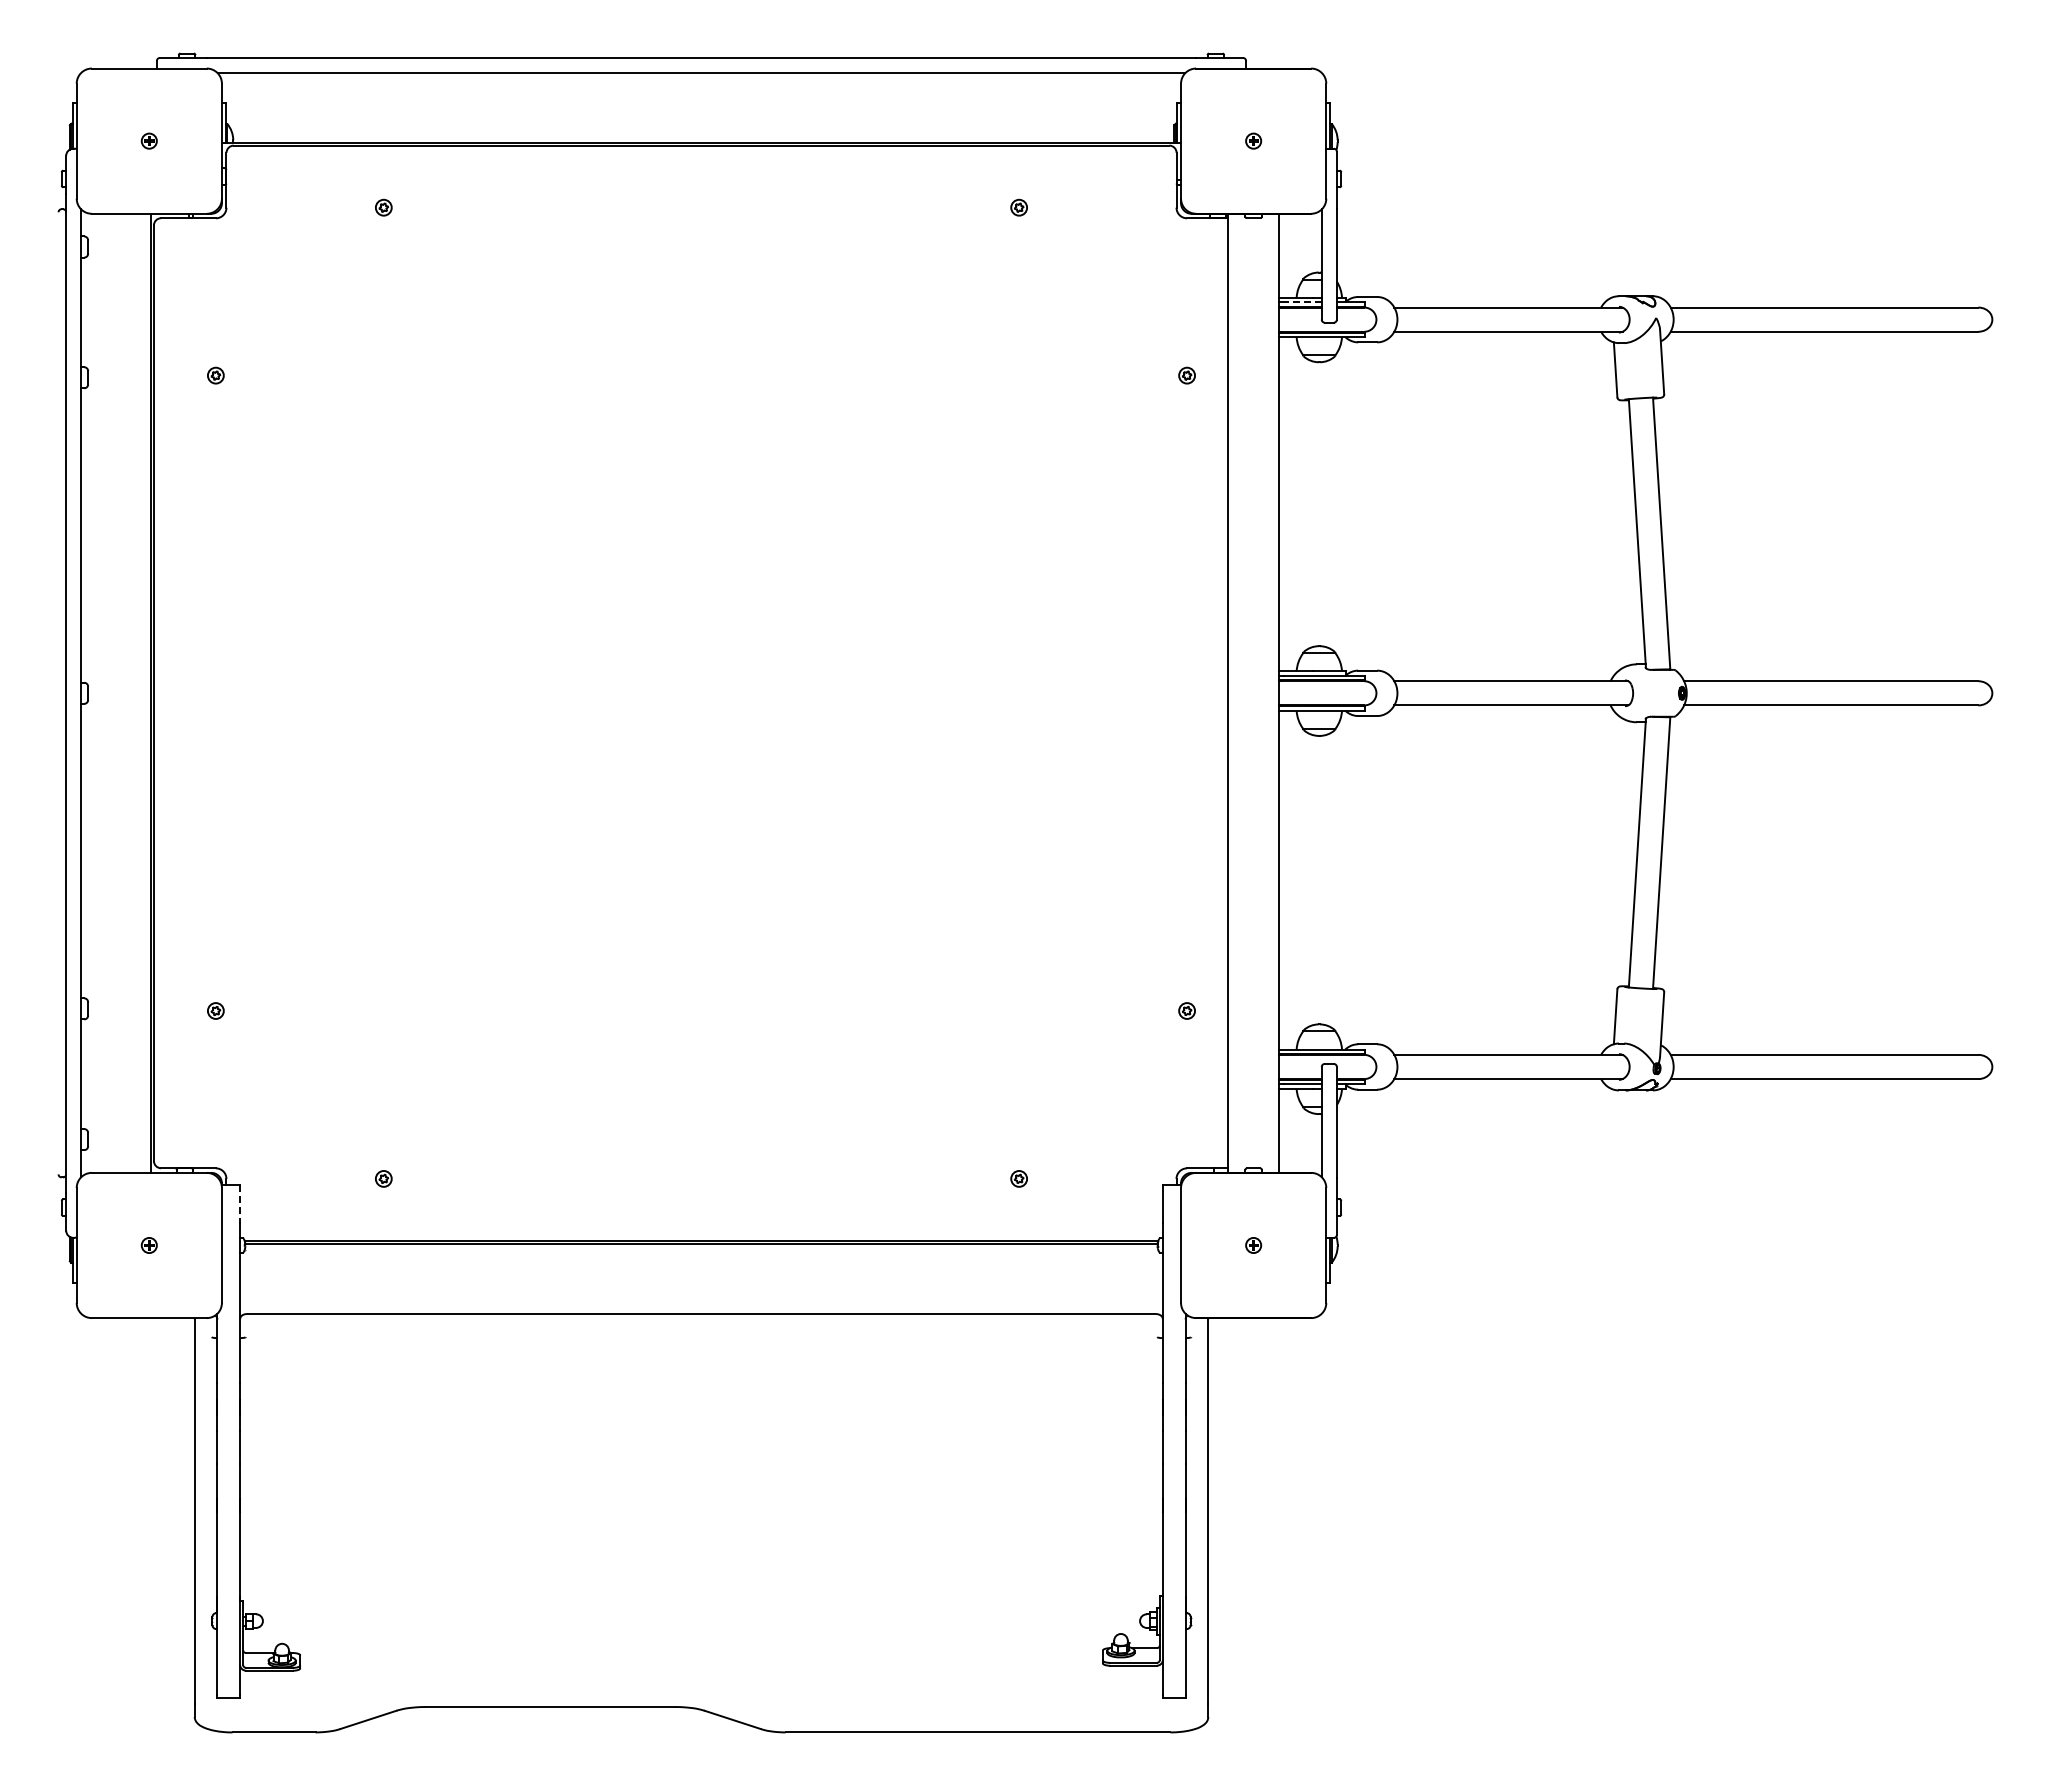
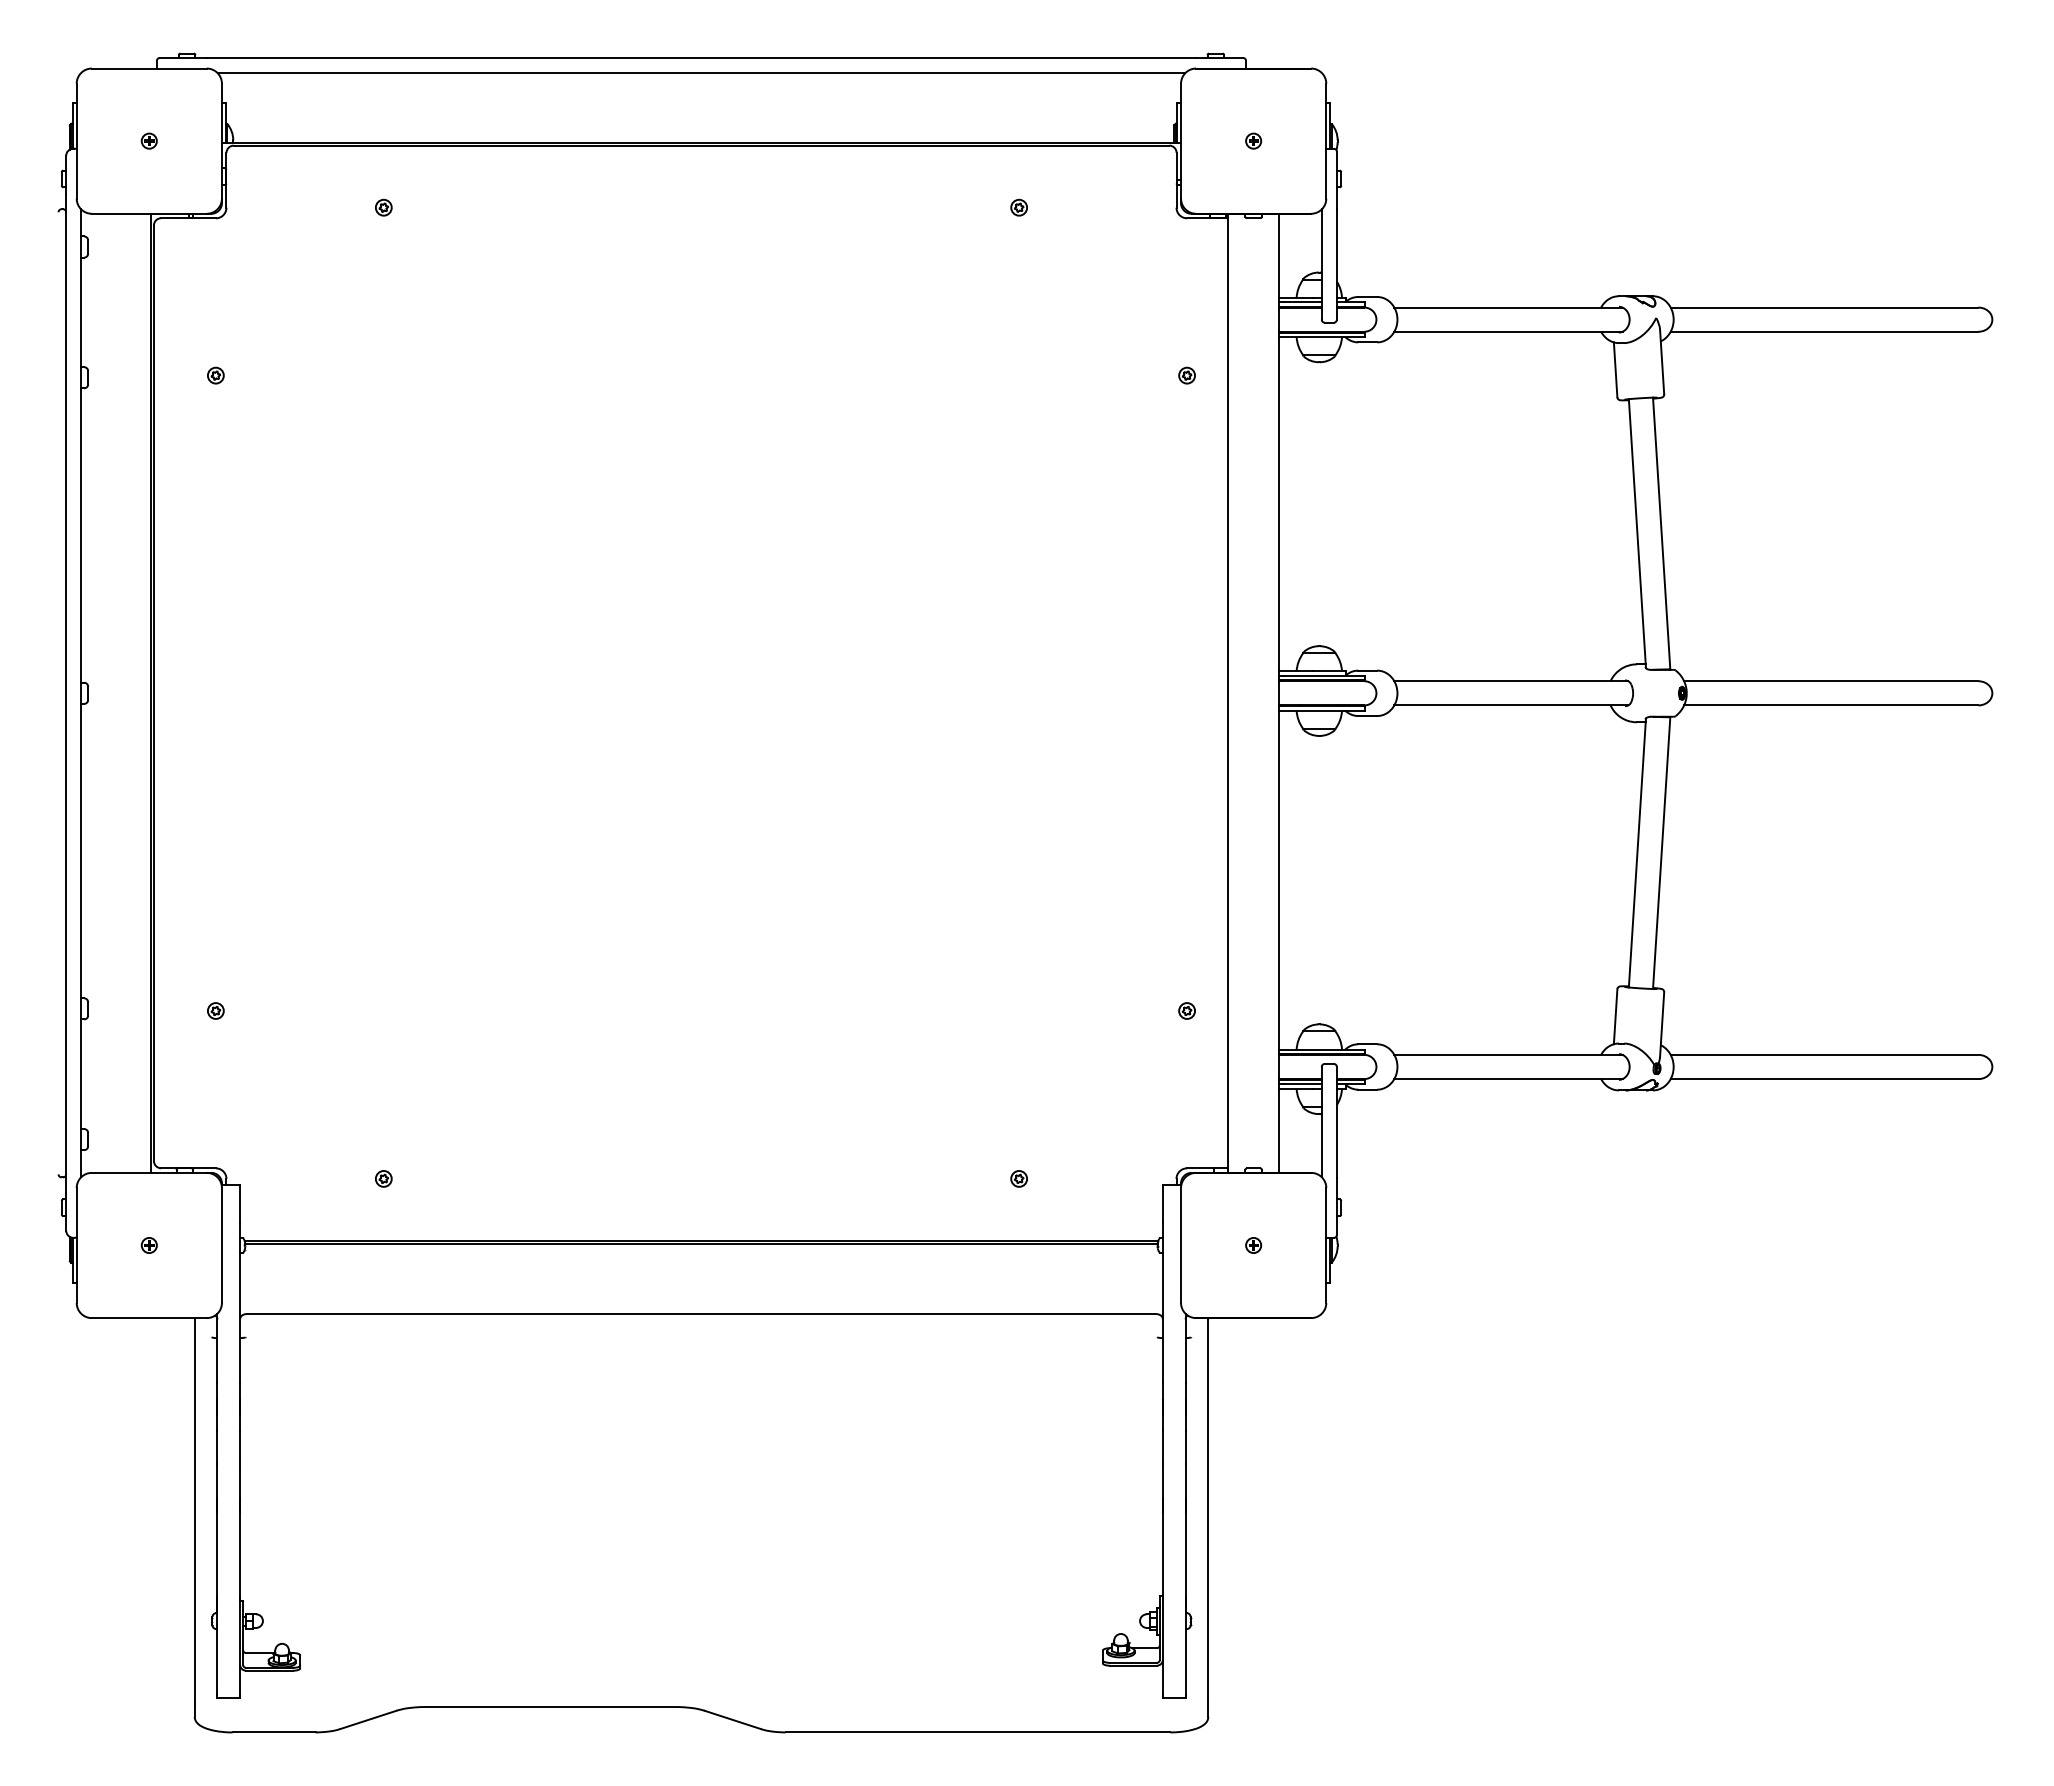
line at (1303, 302): dashed -> solid
line at (240, 1203): dashed -> solid
